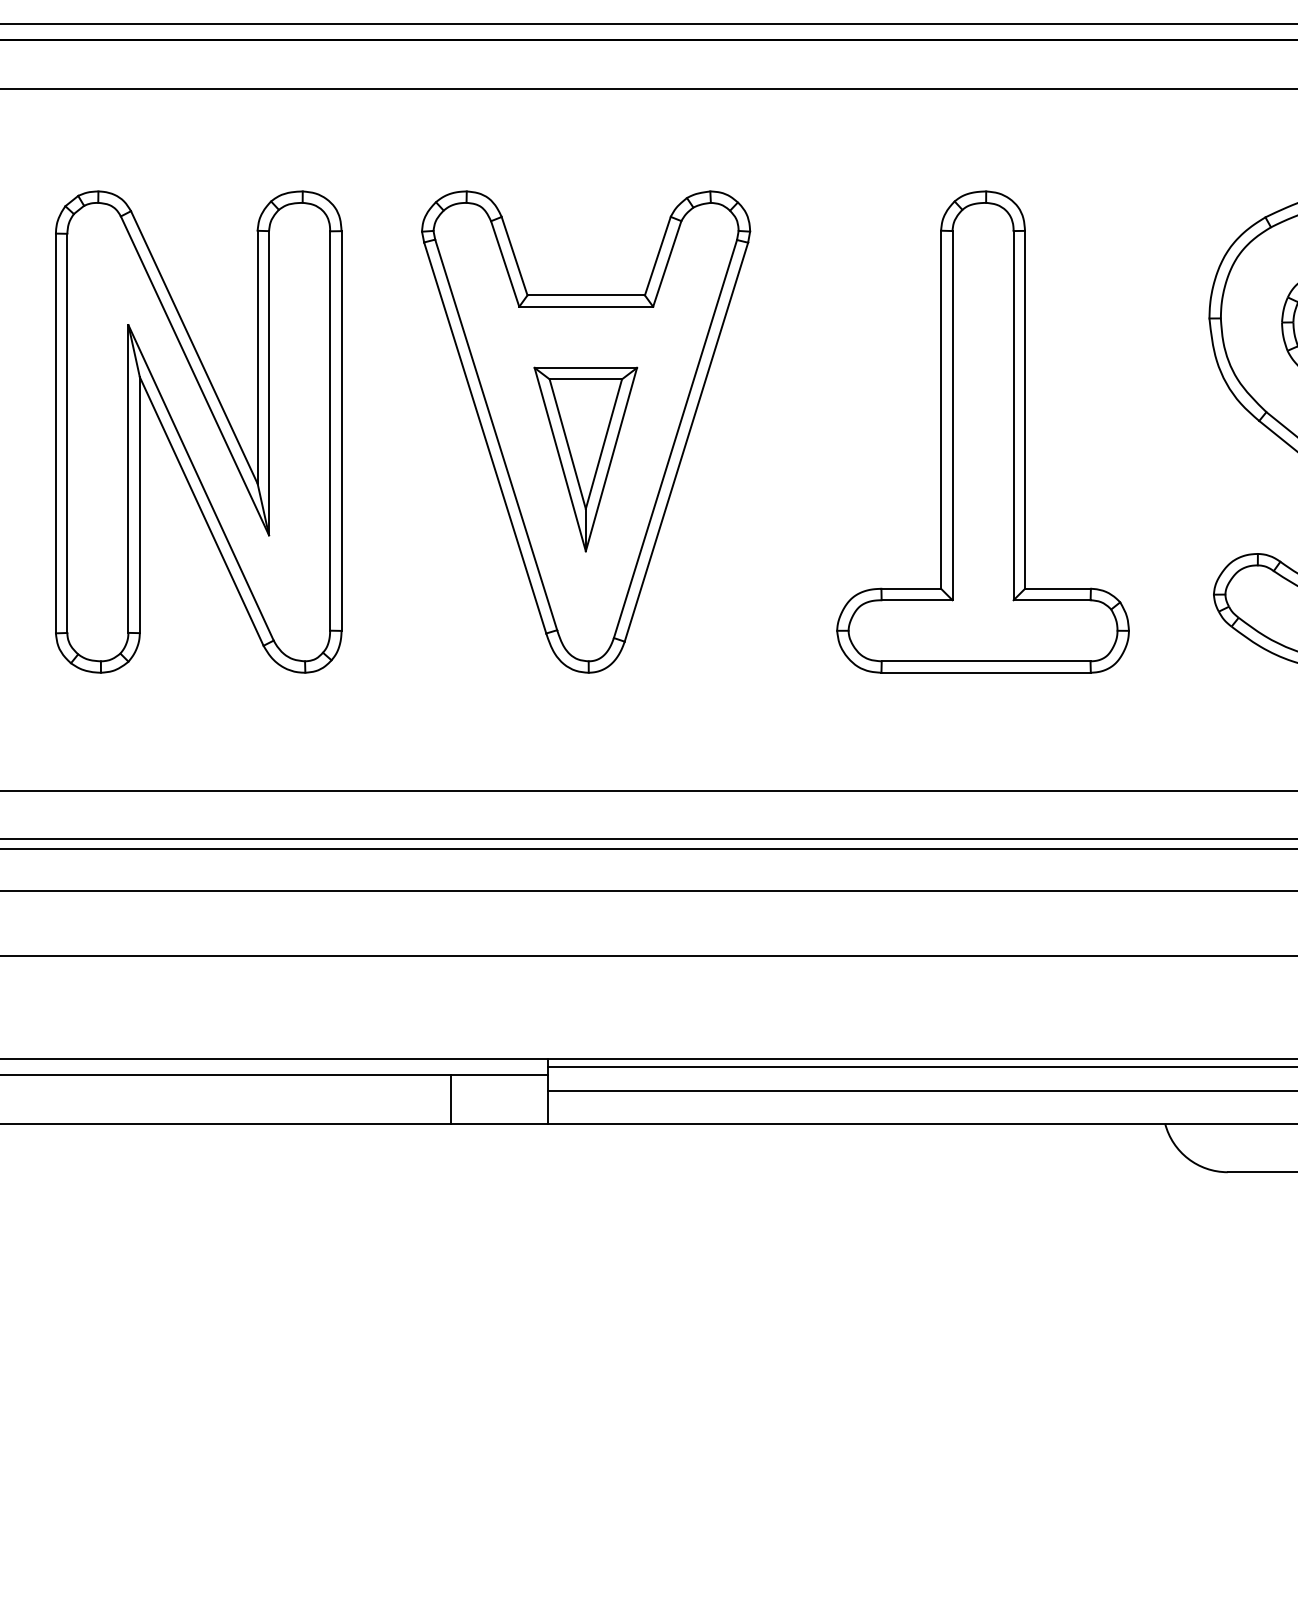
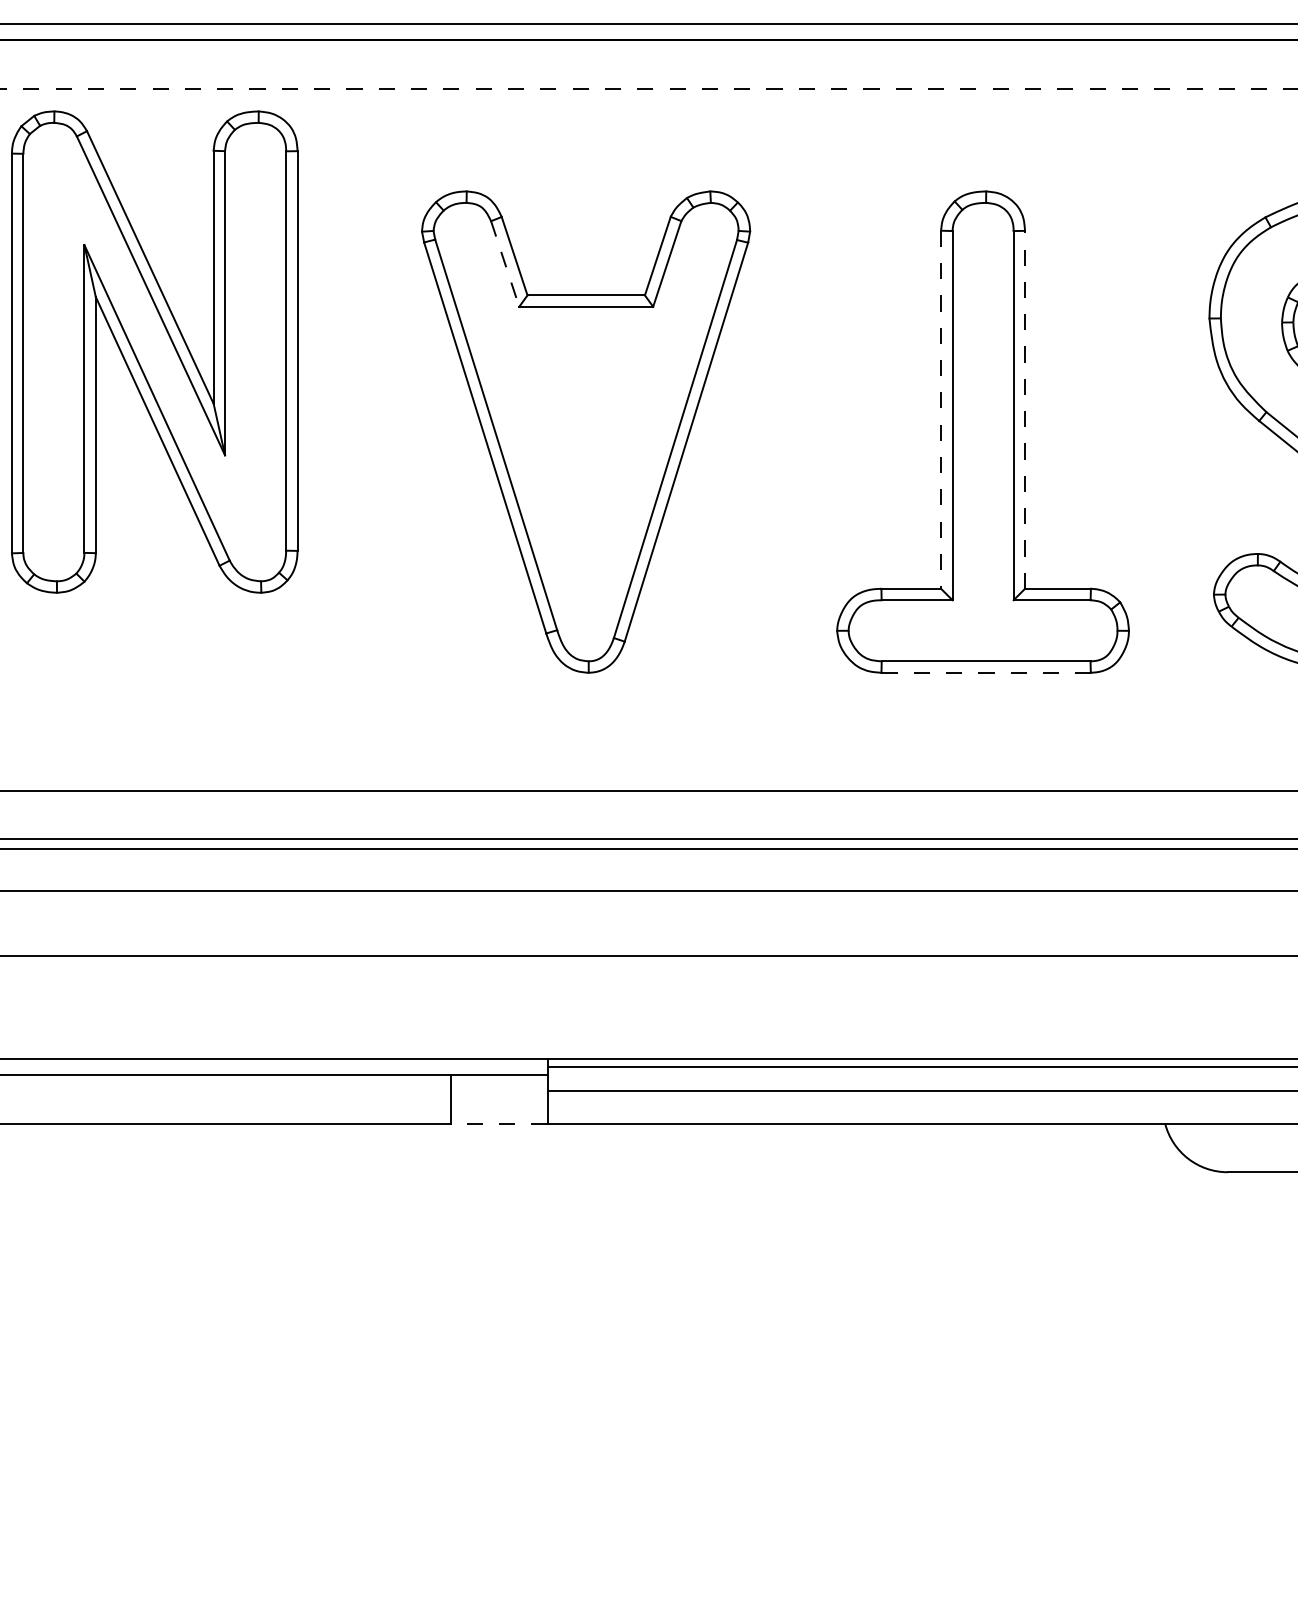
line at (649, 88): solid -> dashed
line at (505, 264): solid -> dashed
line at (1025, 409): solid -> dashed
line at (941, 410): solid -> dashed
part at (198, 431) position: (198, 431) -> (154, 351)
part at (585, 459): present -> none
line at (986, 672): solid -> dashed
line at (498, 1123): solid -> dashed
